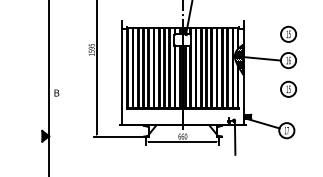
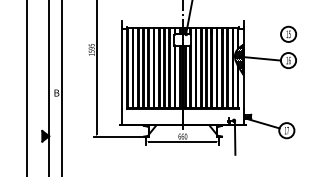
line at (26, 87): none -> present
line at (62, 87): none -> present
part at (288, 88): present -> none
